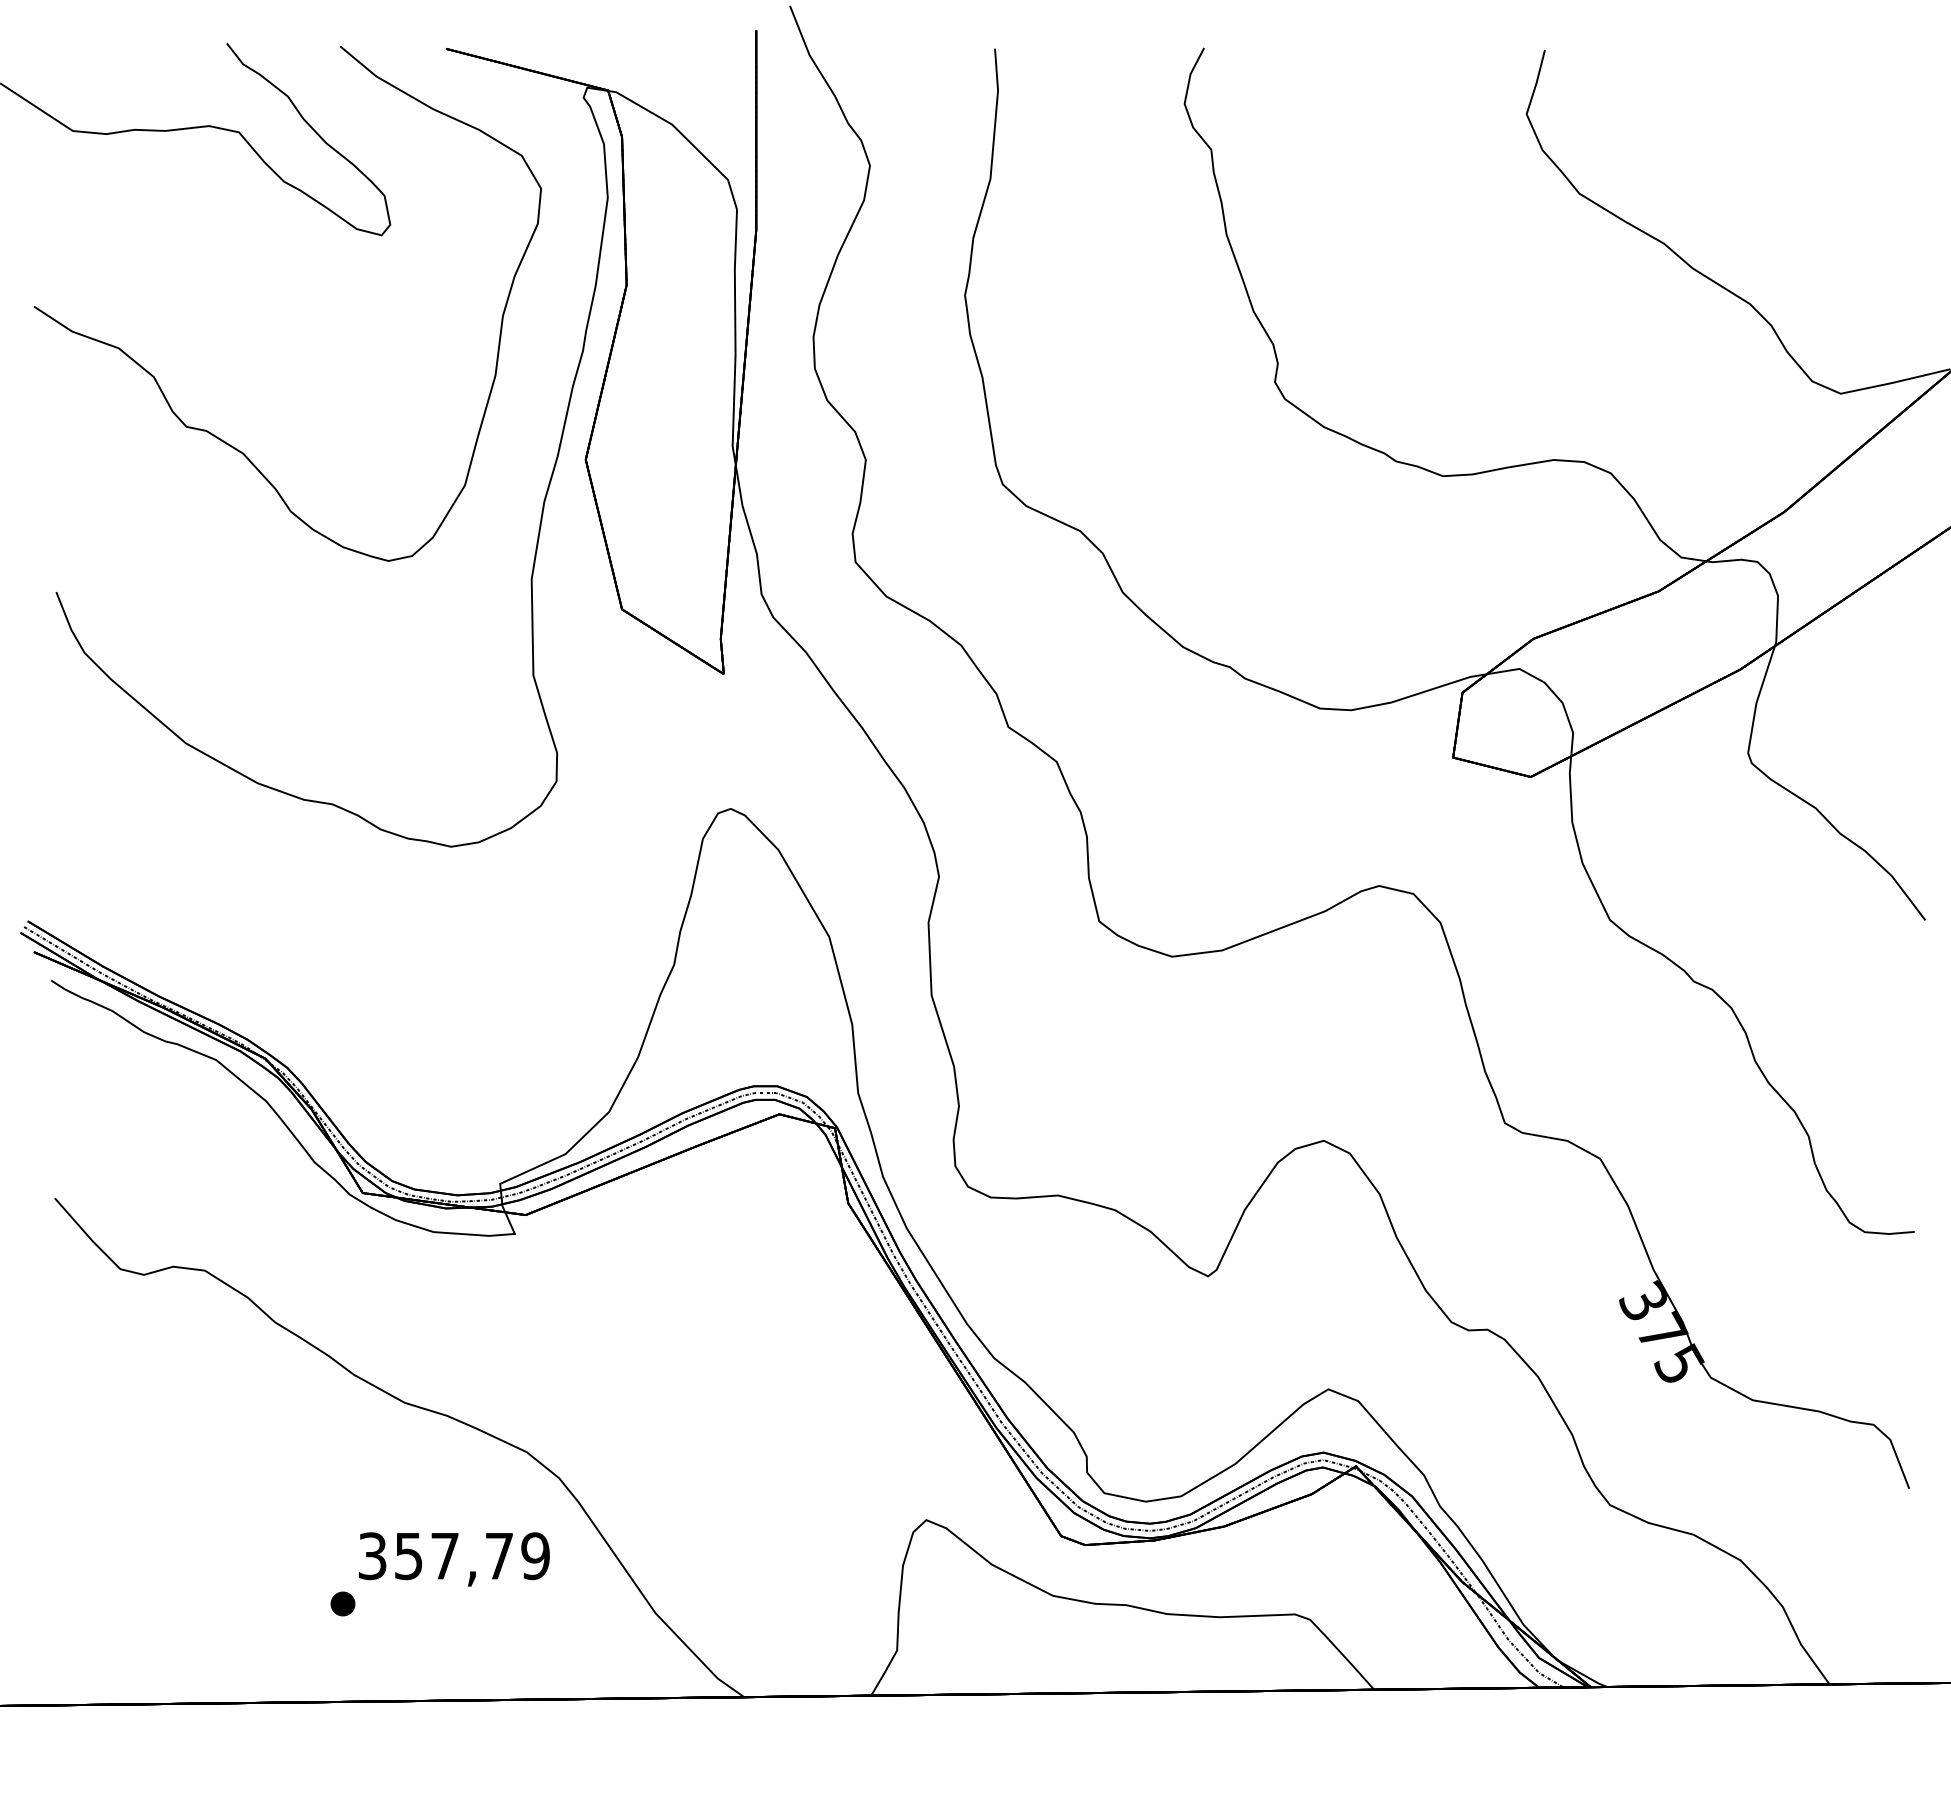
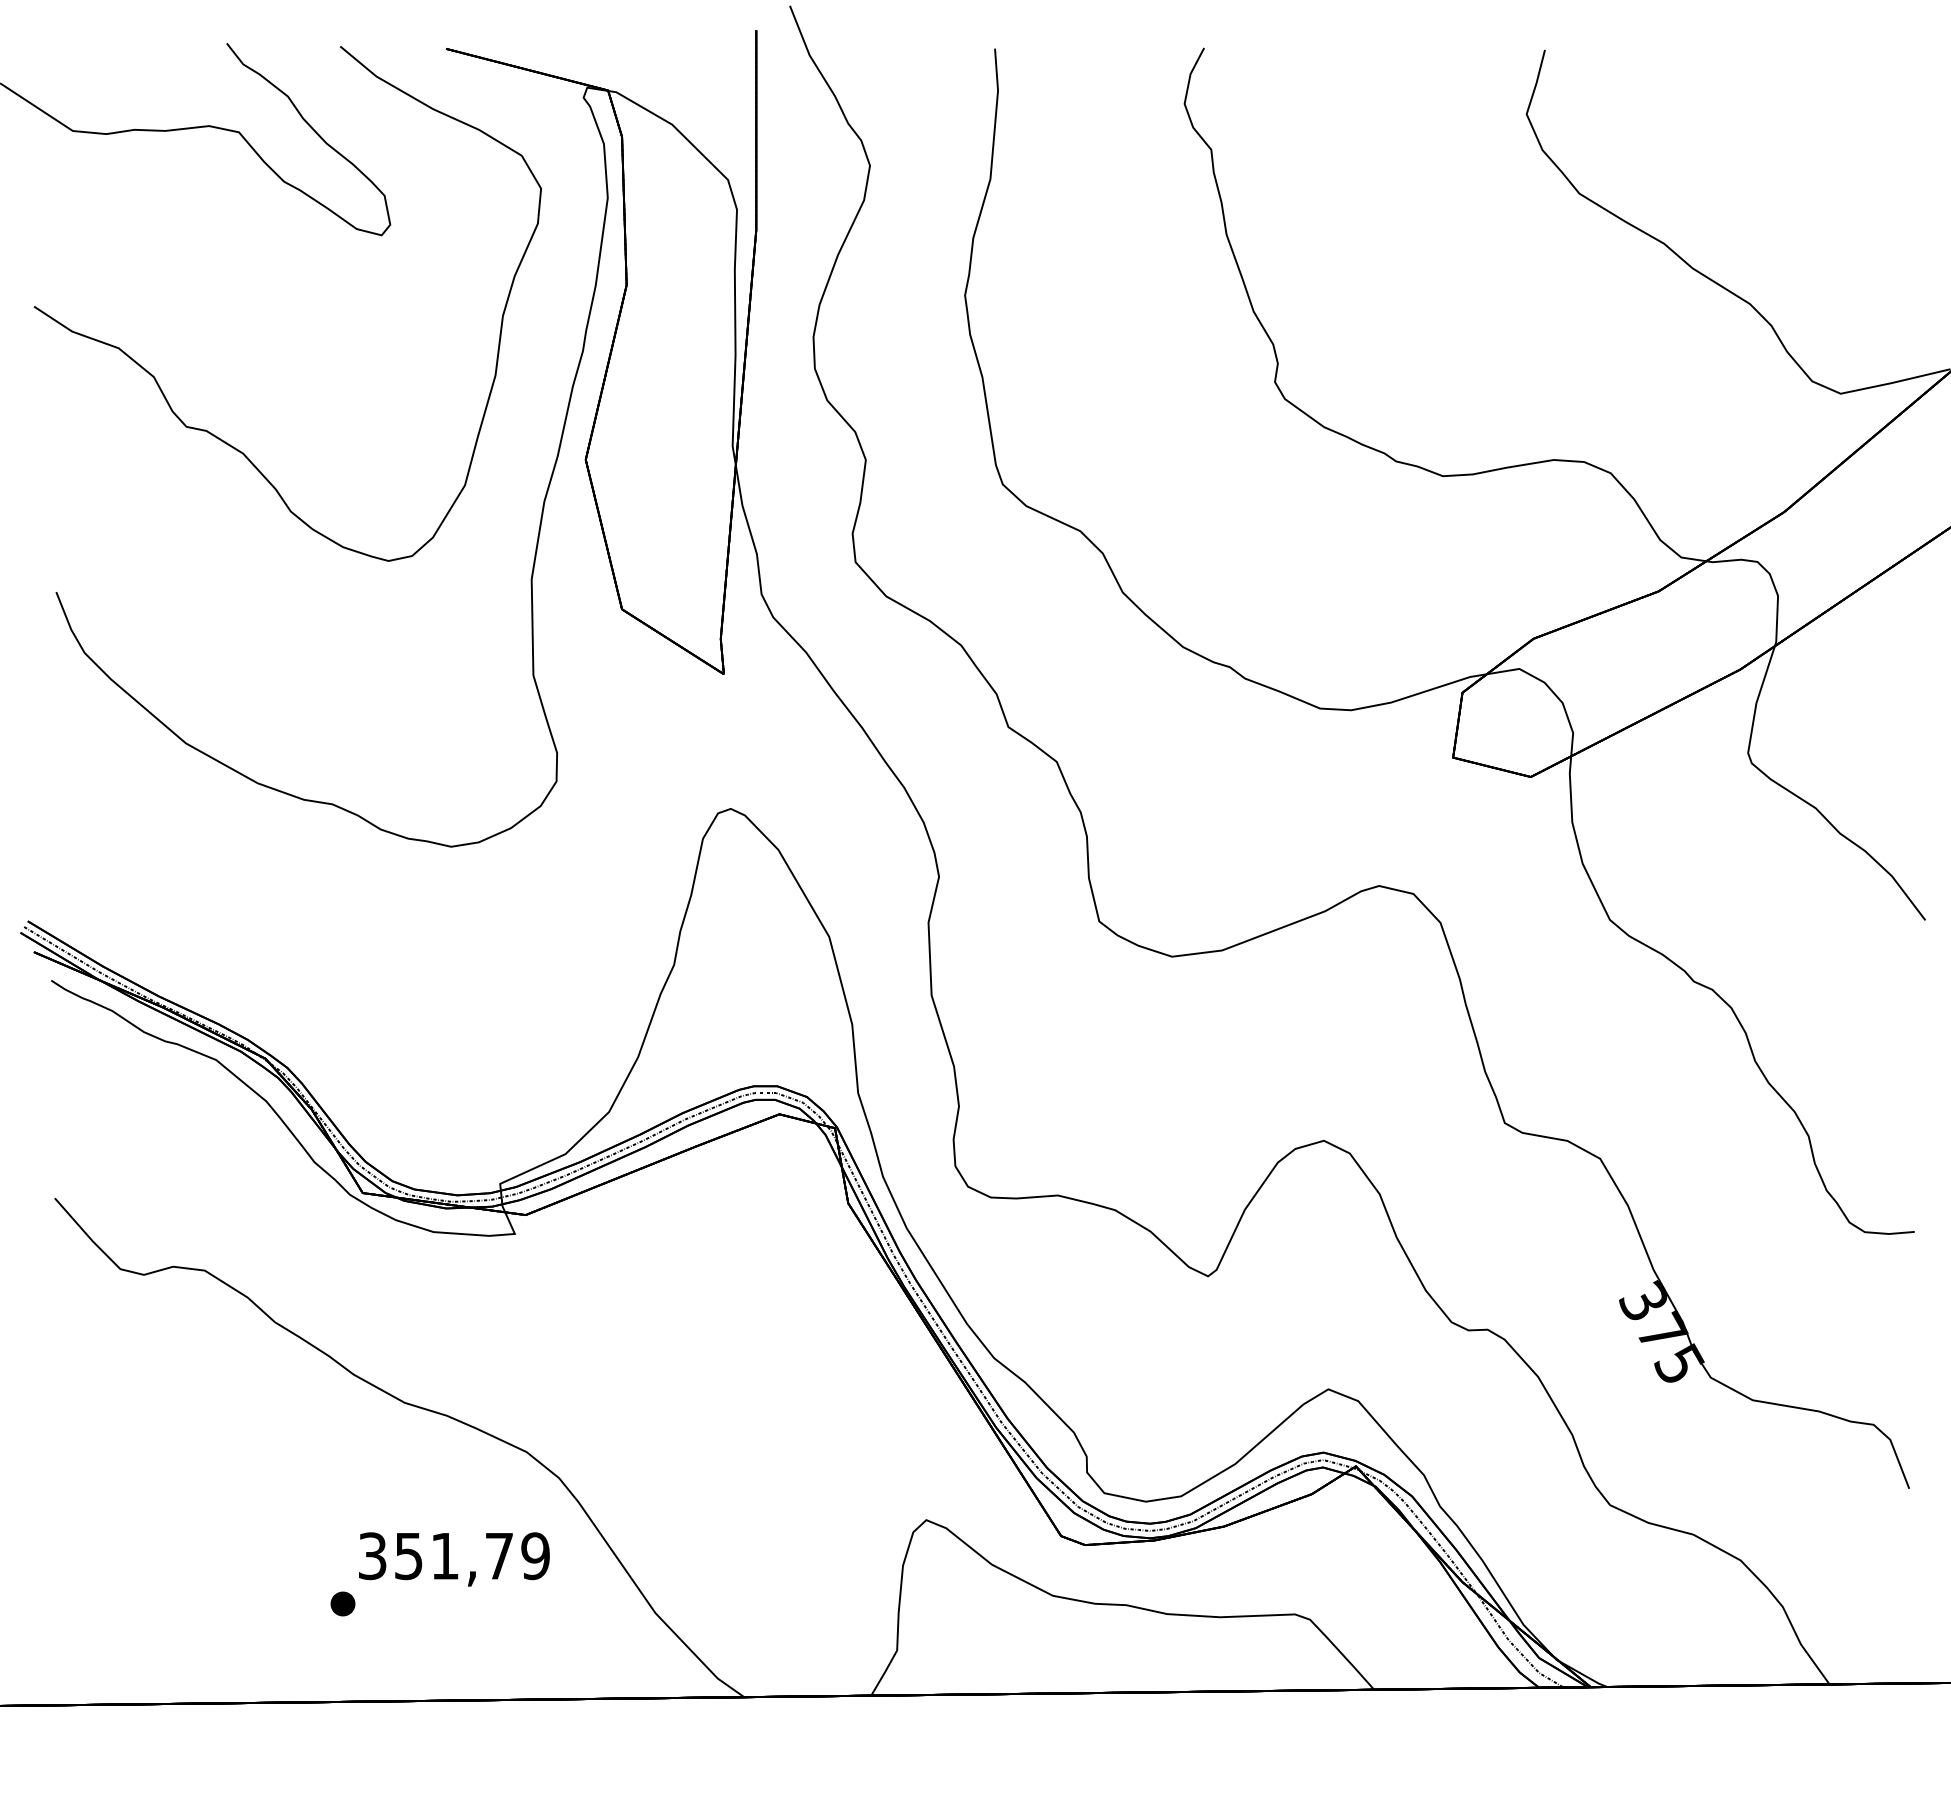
text at (444, 1556): 357,79 -> 351,79
